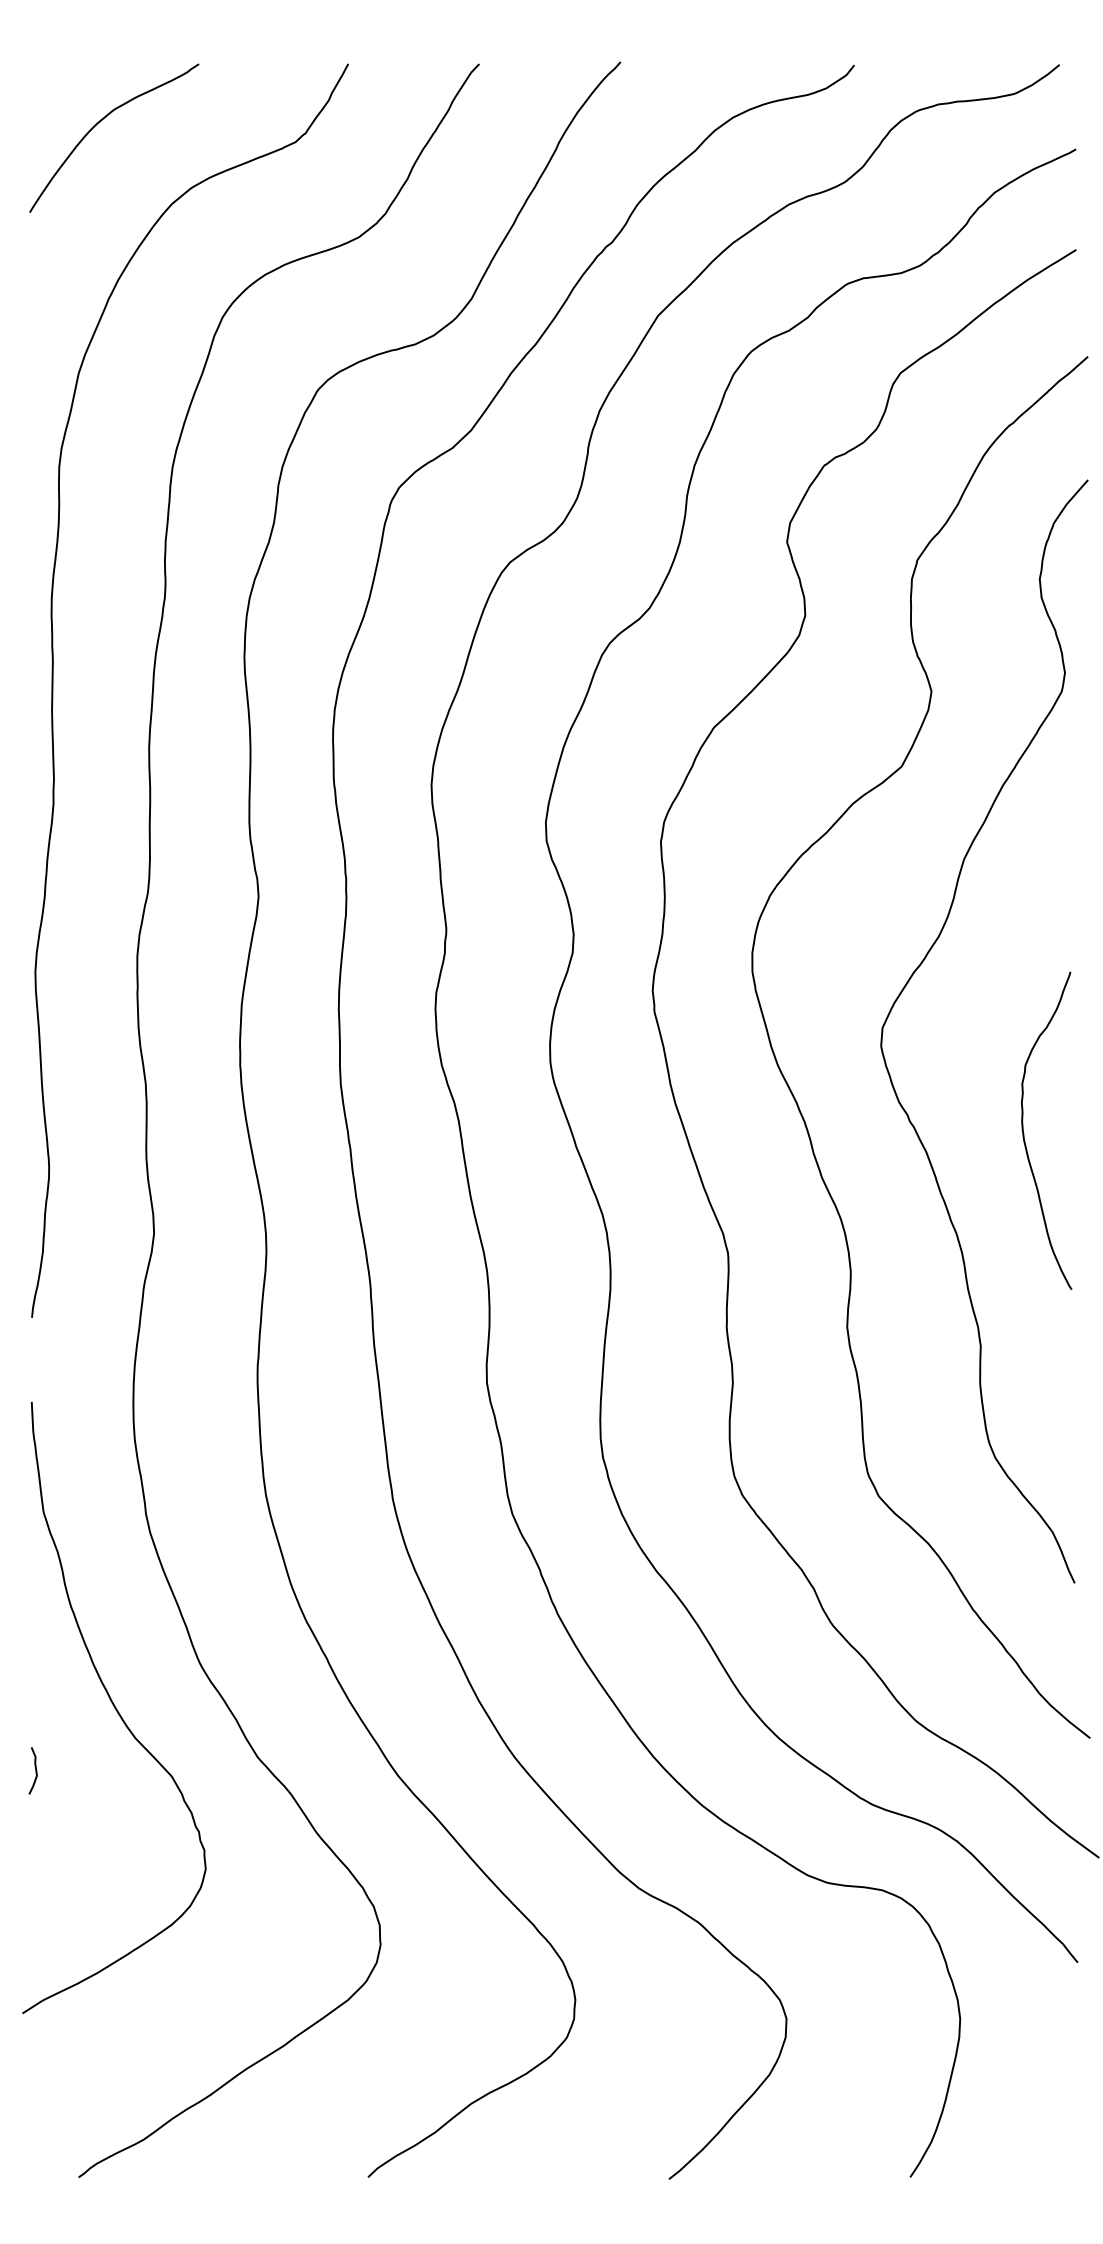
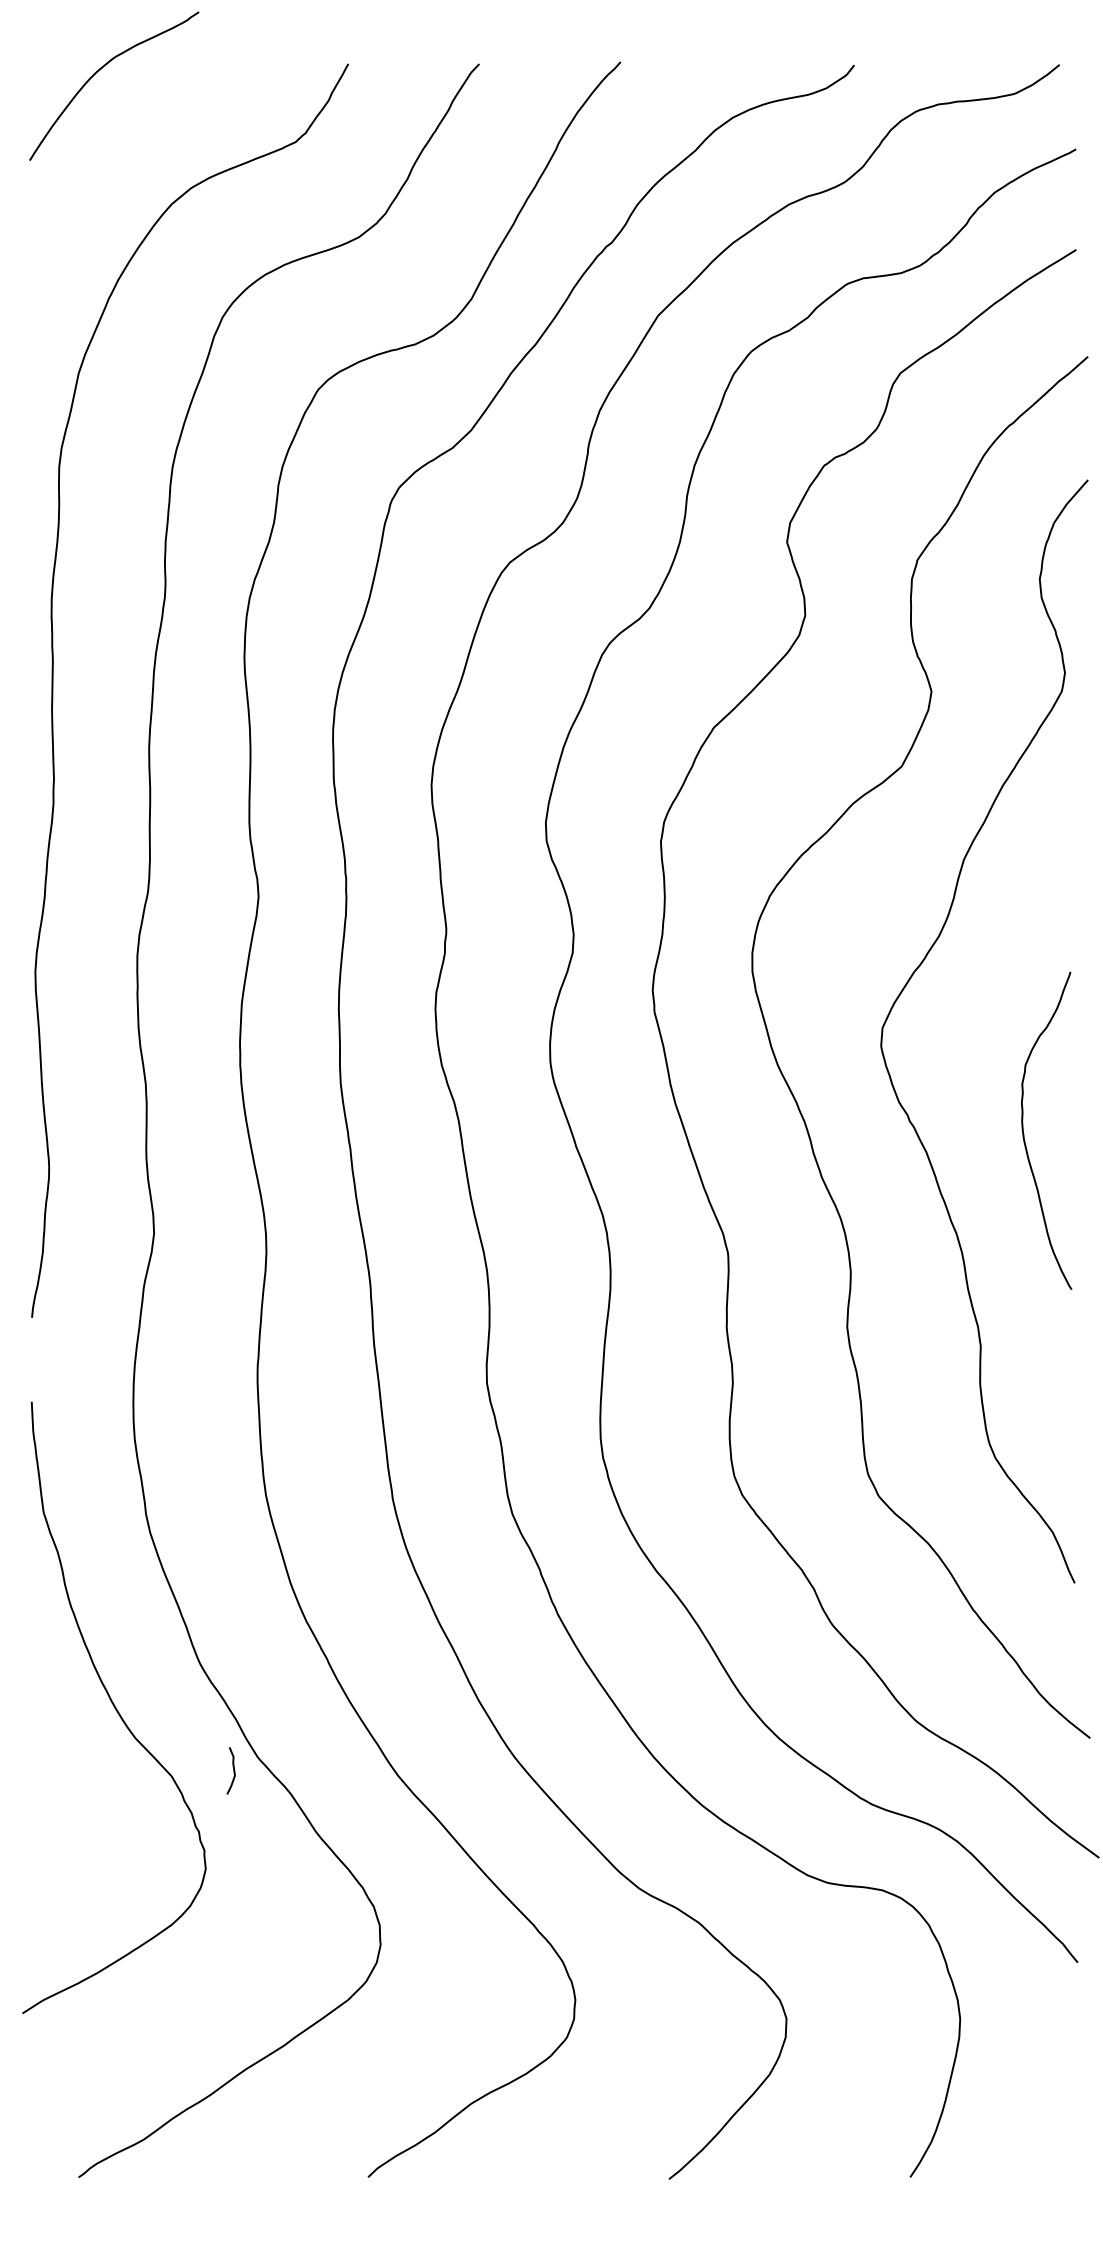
curve at (100, 122) position: (100, 122) -> (100, 70)
curve at (35, 1770) position: (35, 1770) -> (233, 1770)
